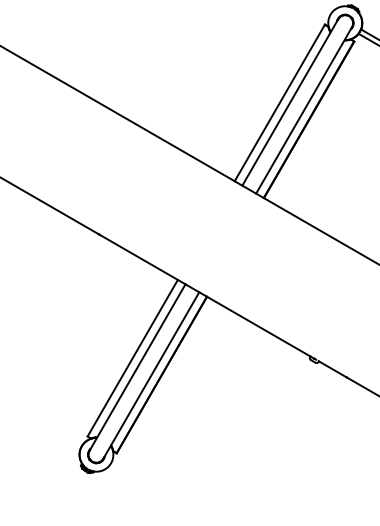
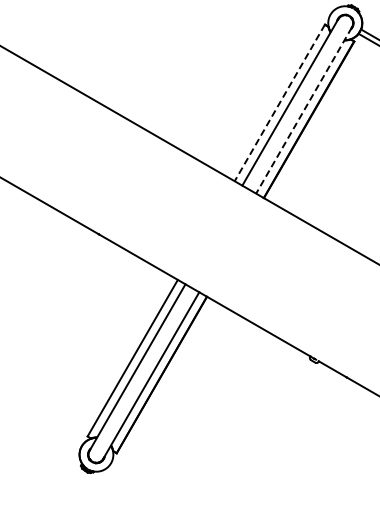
line at (279, 103): solid -> dashed
line at (303, 110): solid -> dashed
